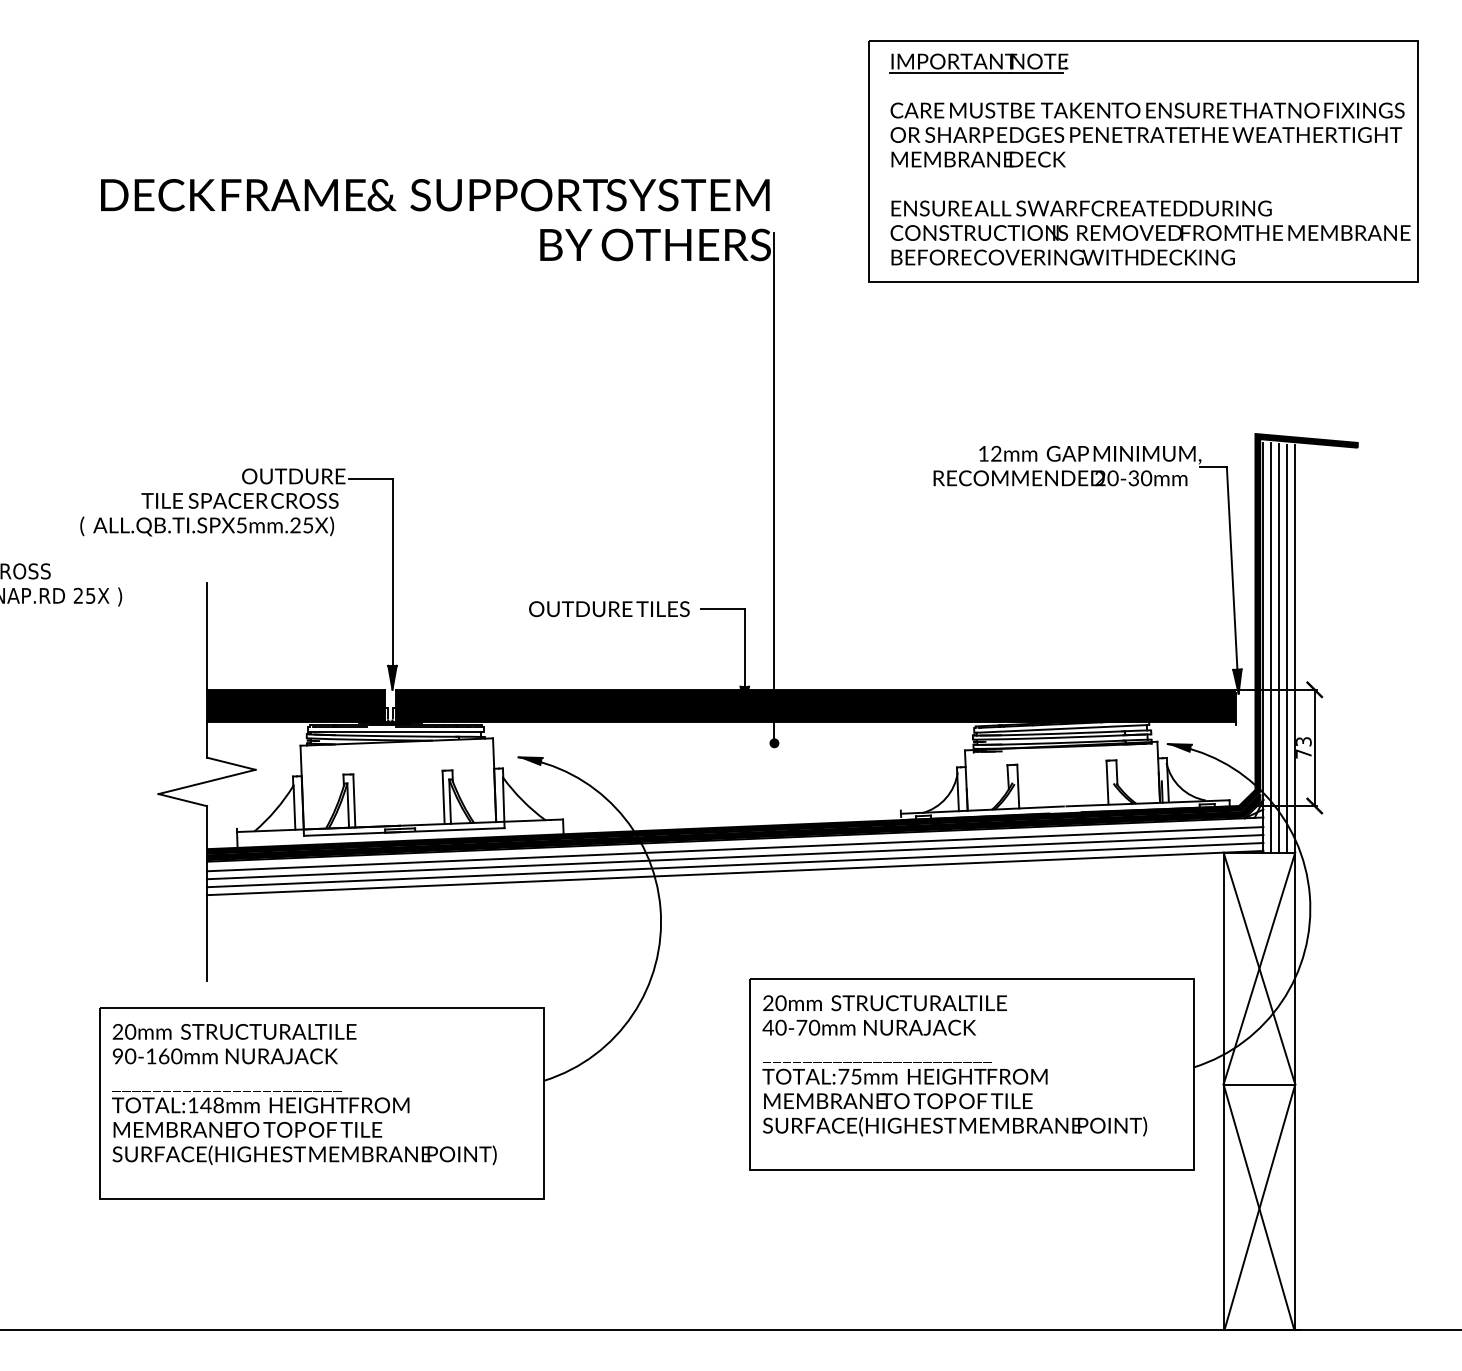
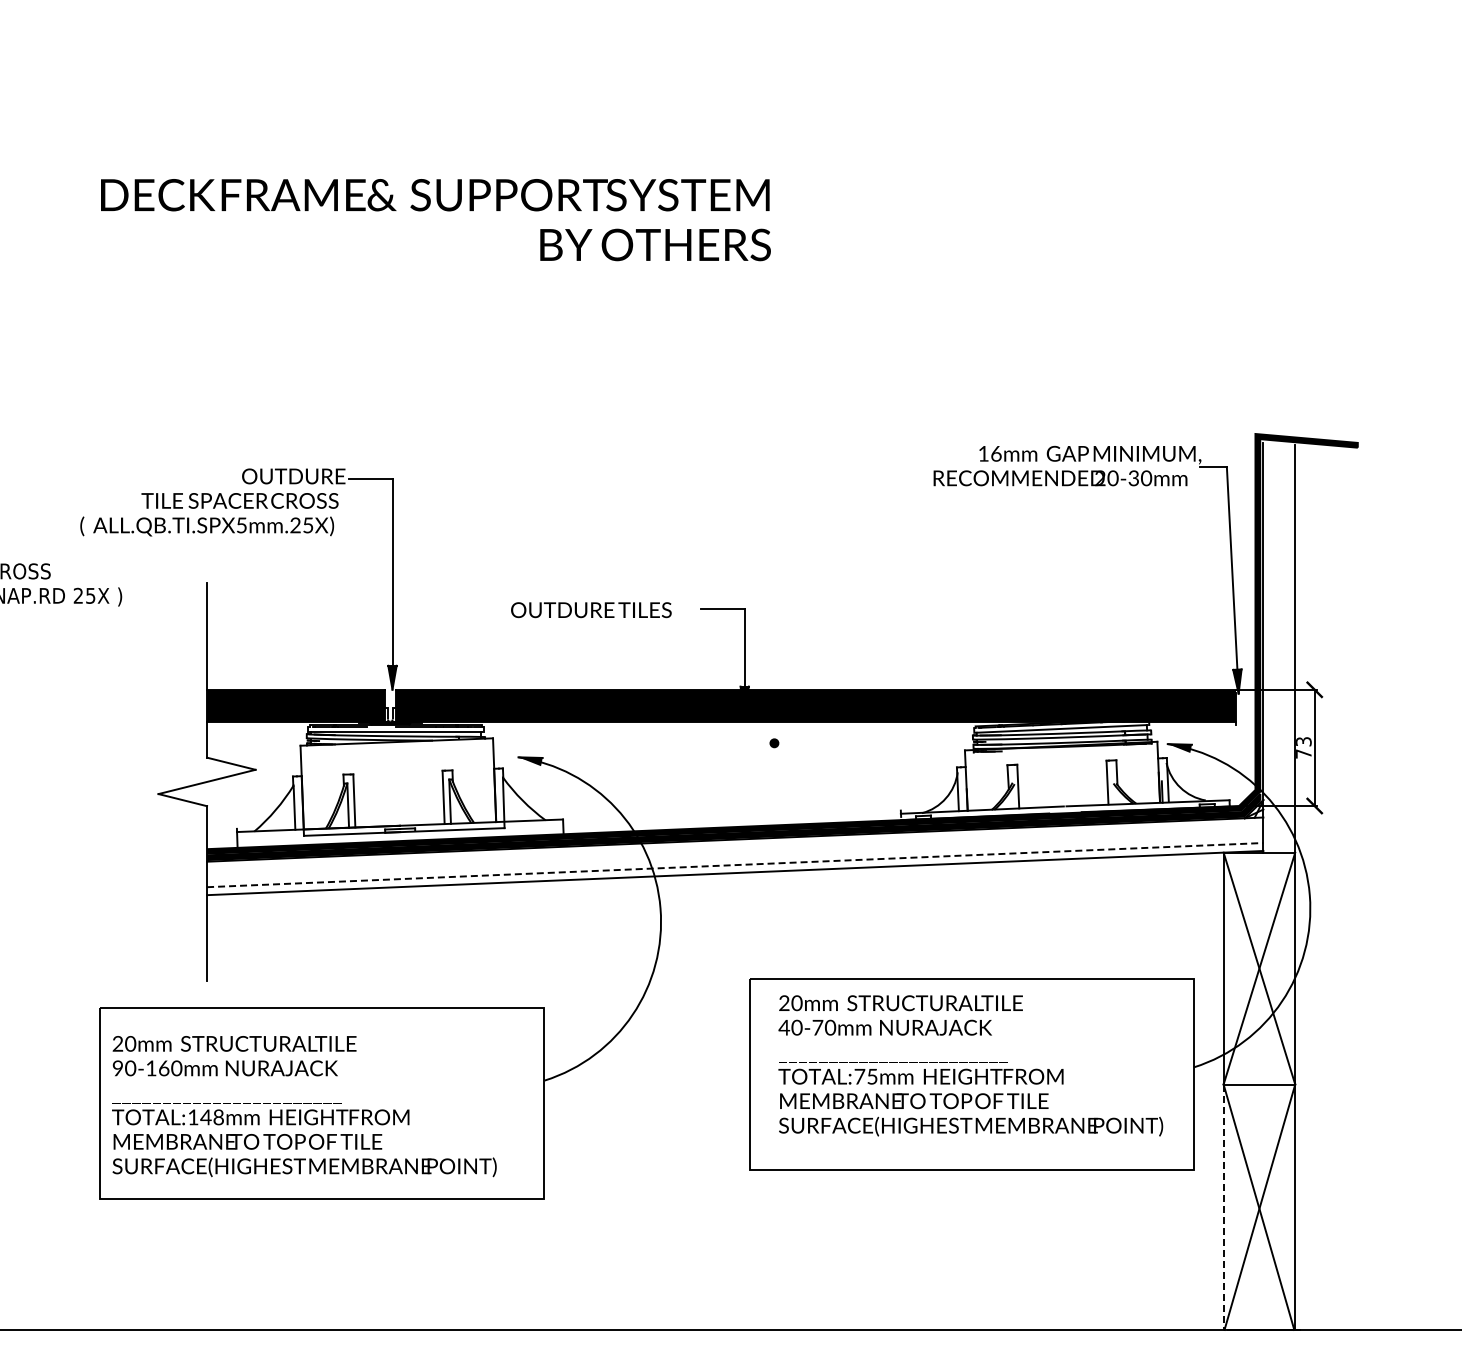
part at (1143, 161): present -> none
text at (996, 453): 12mm -> 16mm
line at (774, 488): present -> none
text at (609, 609) position: (609, 609) -> (591, 610)
line at (1271, 647): present -> none
line at (1279, 648): present -> none
line at (1287, 648): present -> none
line at (735, 849): present -> none
line at (735, 857): present -> none
line at (735, 865): solid -> dashed
text at (954, 1065) position: (954, 1065) -> (970, 1065)
text at (304, 1094) position: (304, 1094) -> (304, 1106)
line at (1223, 1207): solid -> dashed
